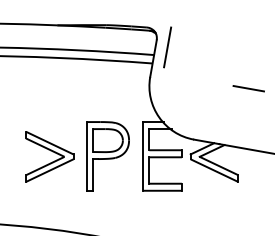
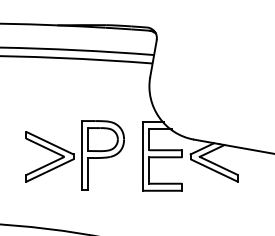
line at (167, 47): present -> none
line at (248, 88): present -> none
part at (107, 156) position: (107, 156) -> (102, 155)
